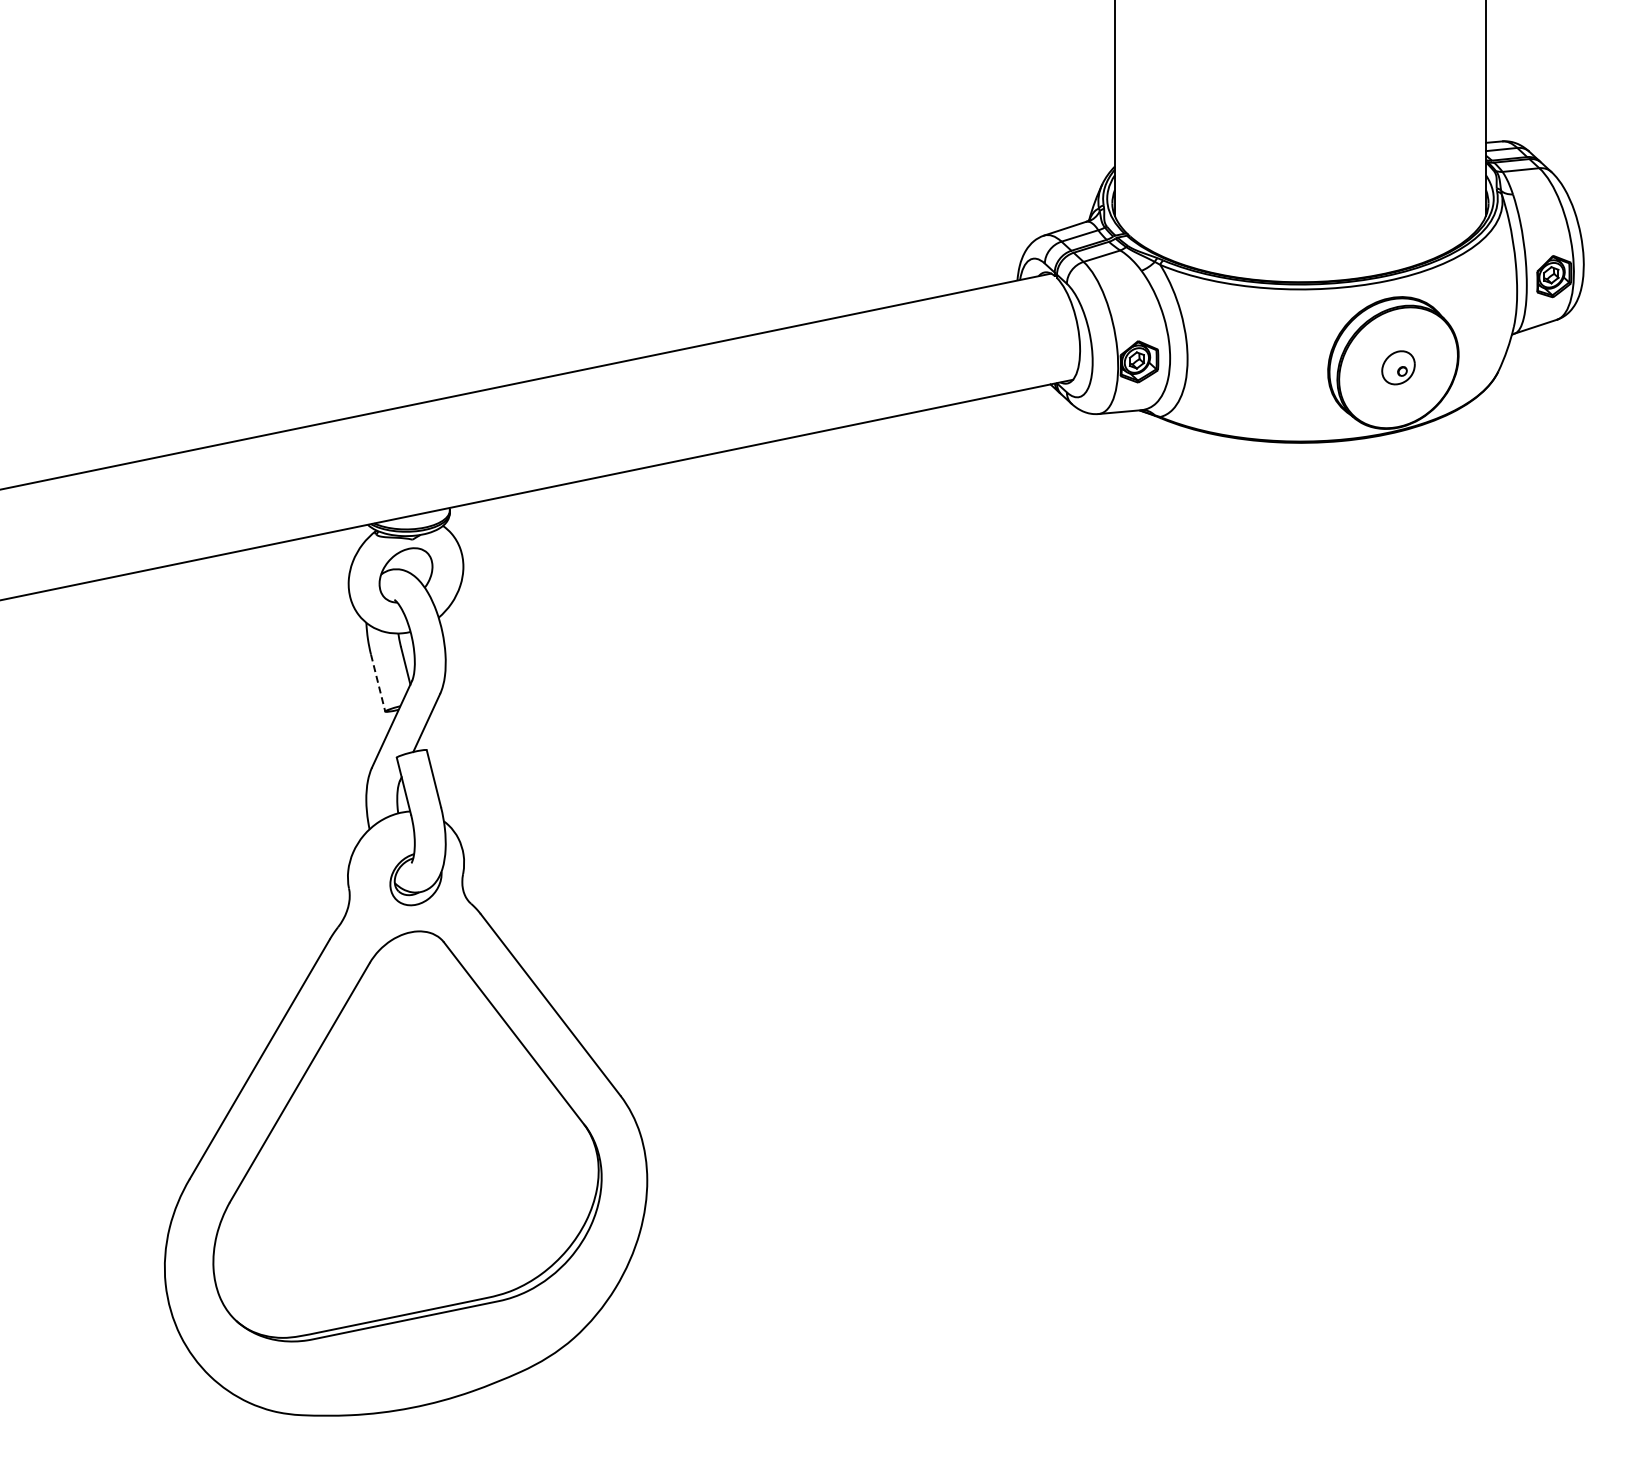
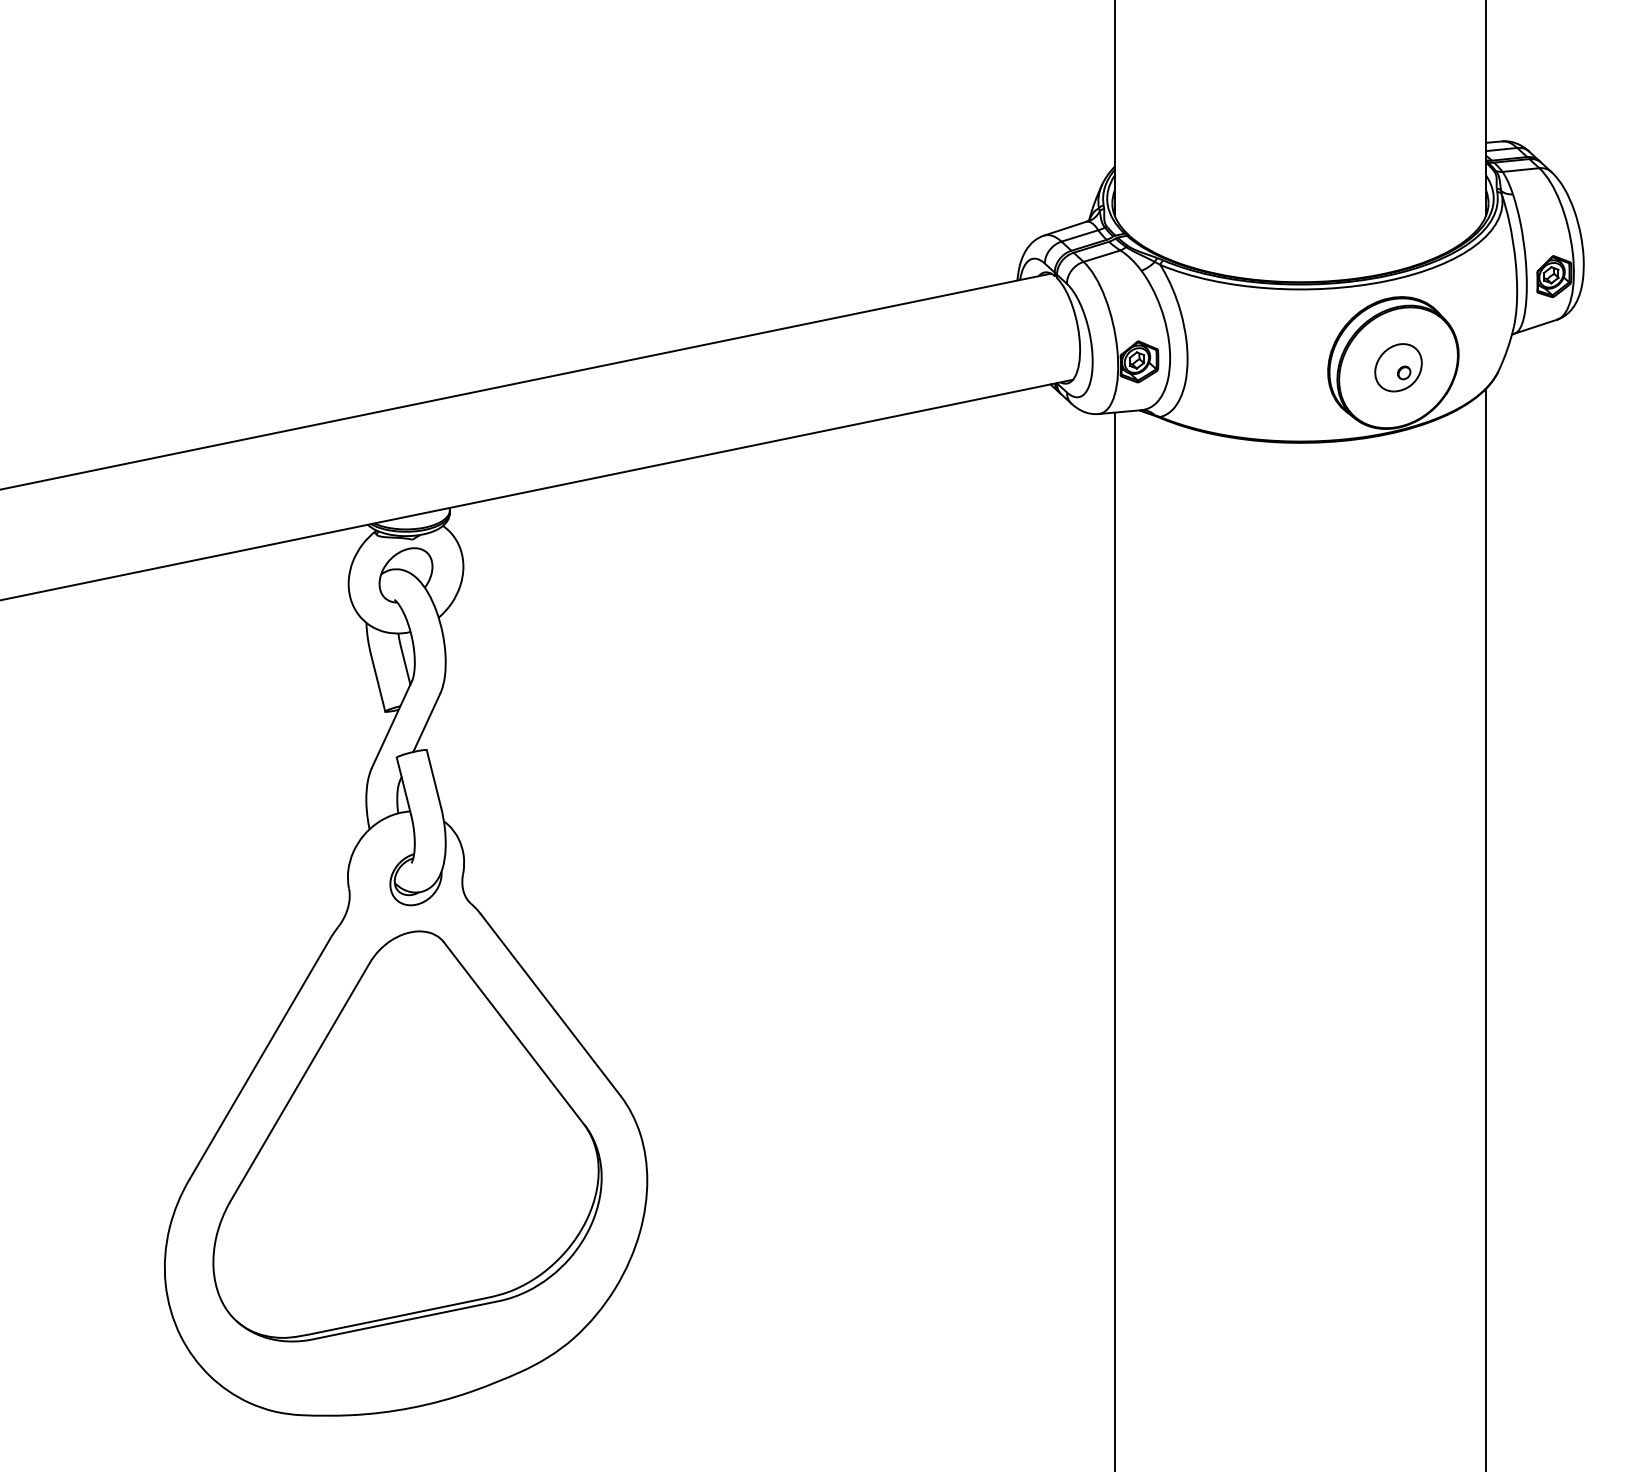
part at (1398, 367) size: 35x36 px -> 49x50 px
line at (378, 683): dashed -> solid
line at (1485, 928): none -> present
line at (1114, 940): none -> present
